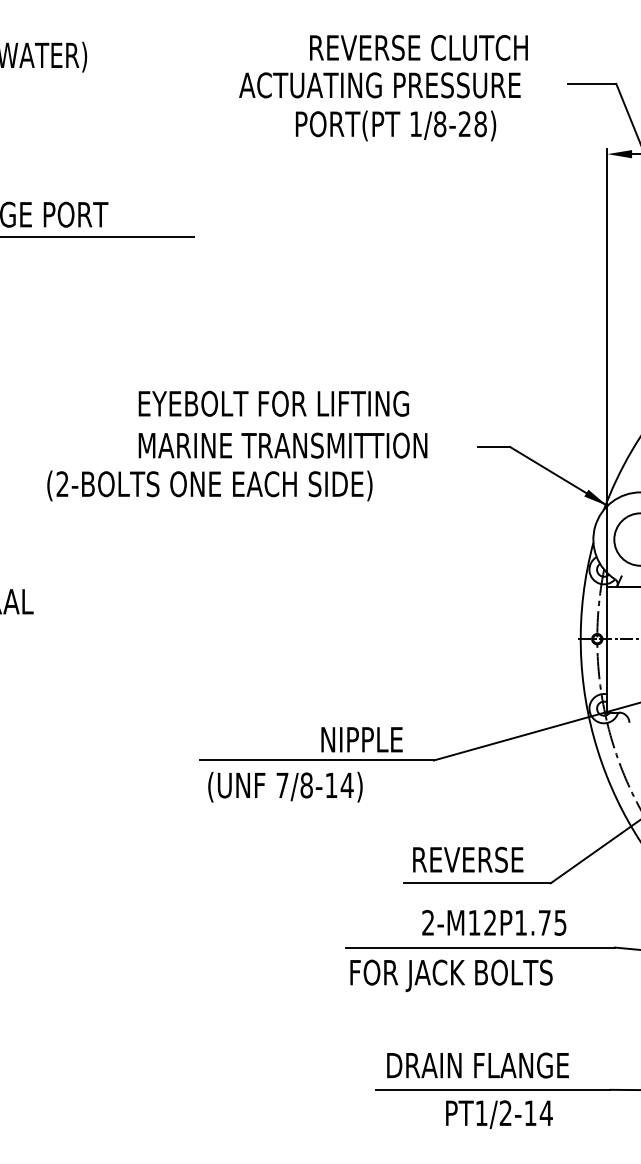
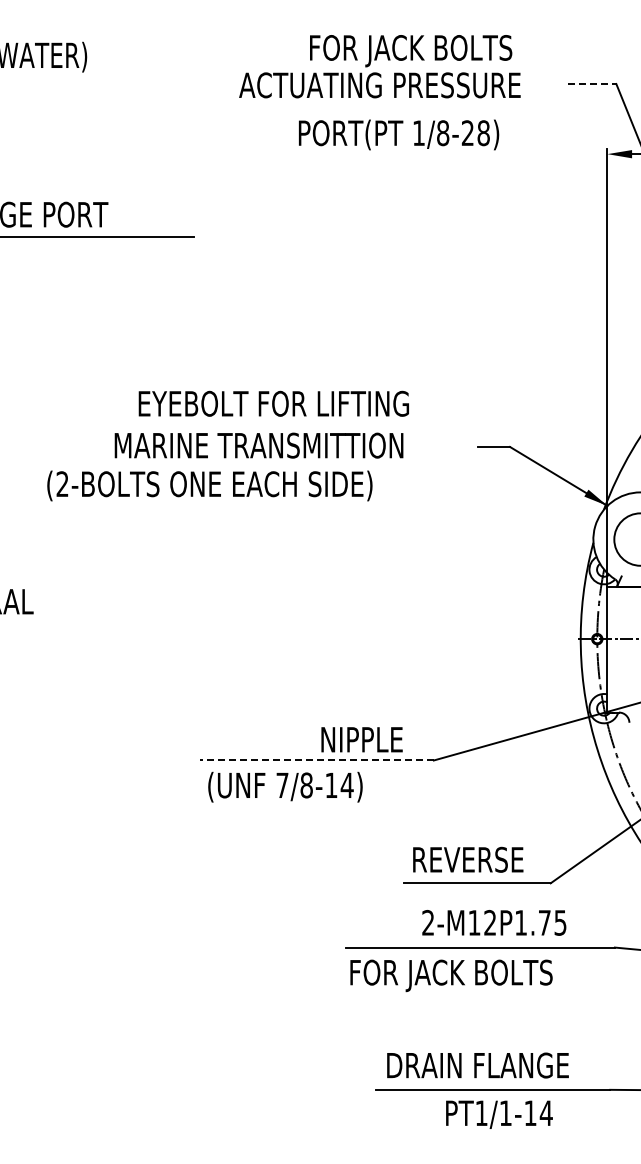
text at (419, 51): REVERSE CLUTCH -> FOR JACK BOLTS
line at (592, 84): solid -> dashed
text at (396, 125) position: (396, 125) -> (399, 134)
text at (282, 445) position: (282, 445) -> (258, 445)
line at (316, 760): solid -> dashed
text at (505, 1112): PT1/2-14 -> PT1/1-14
